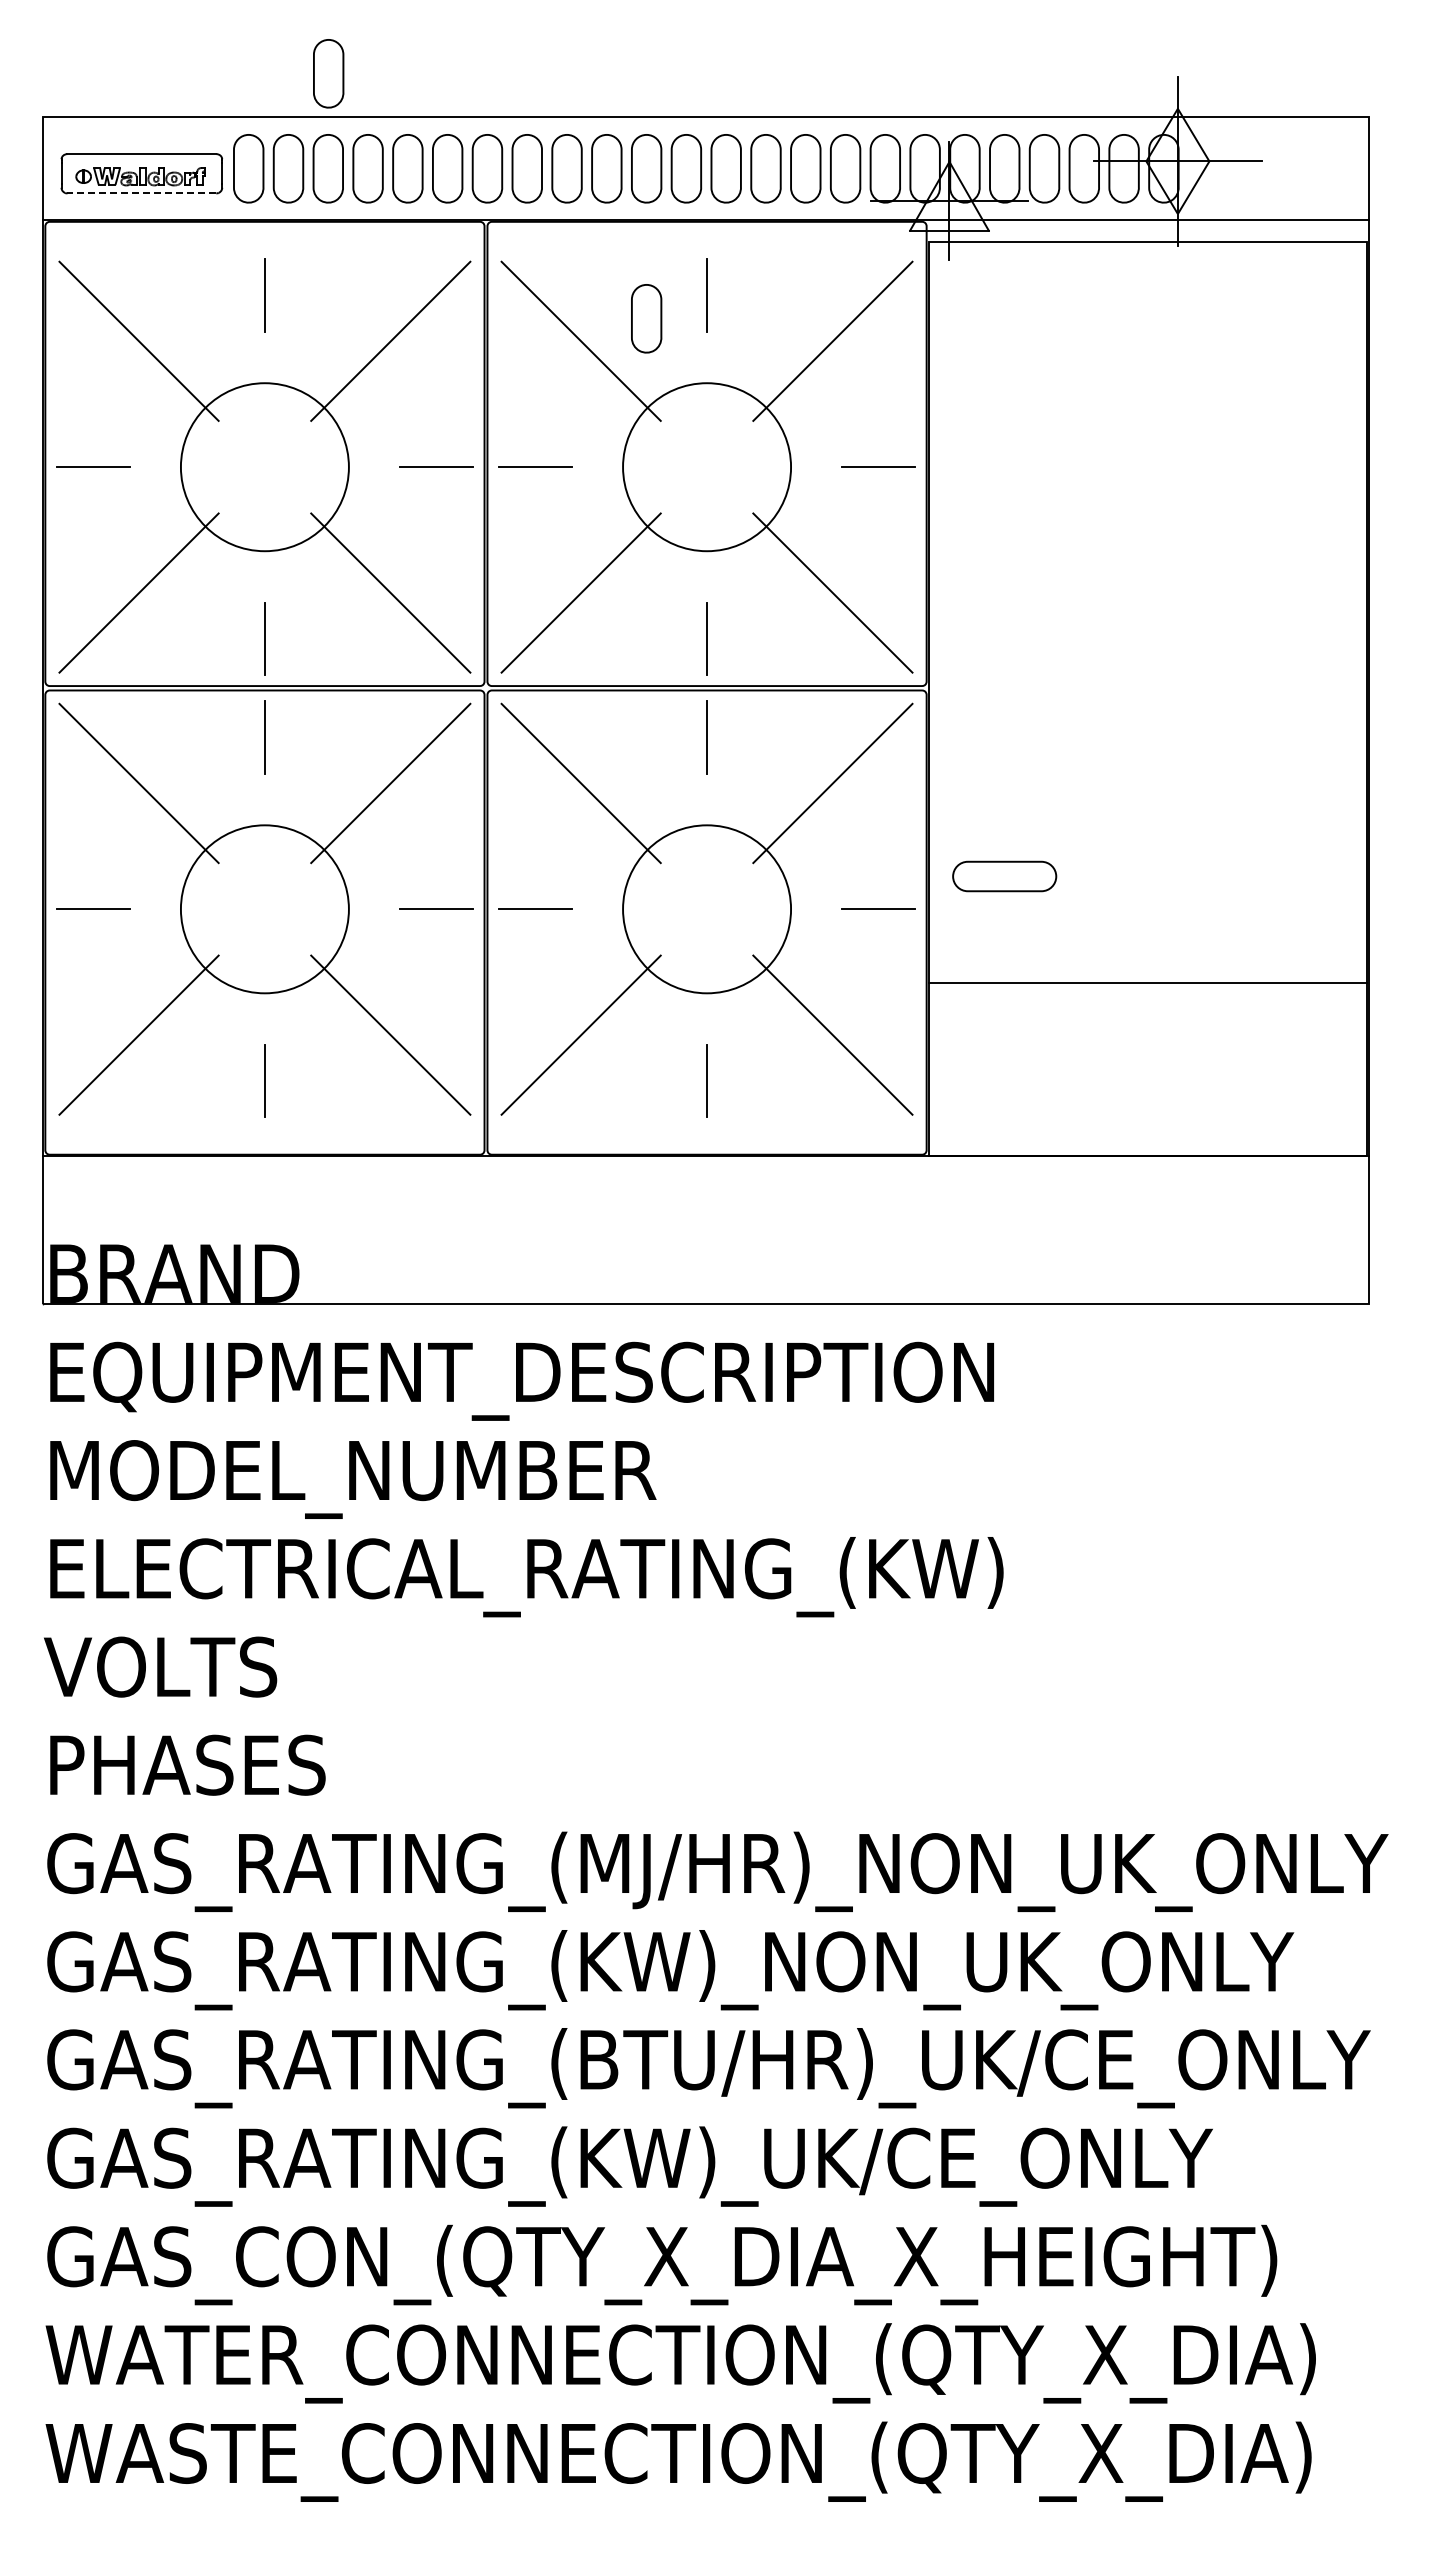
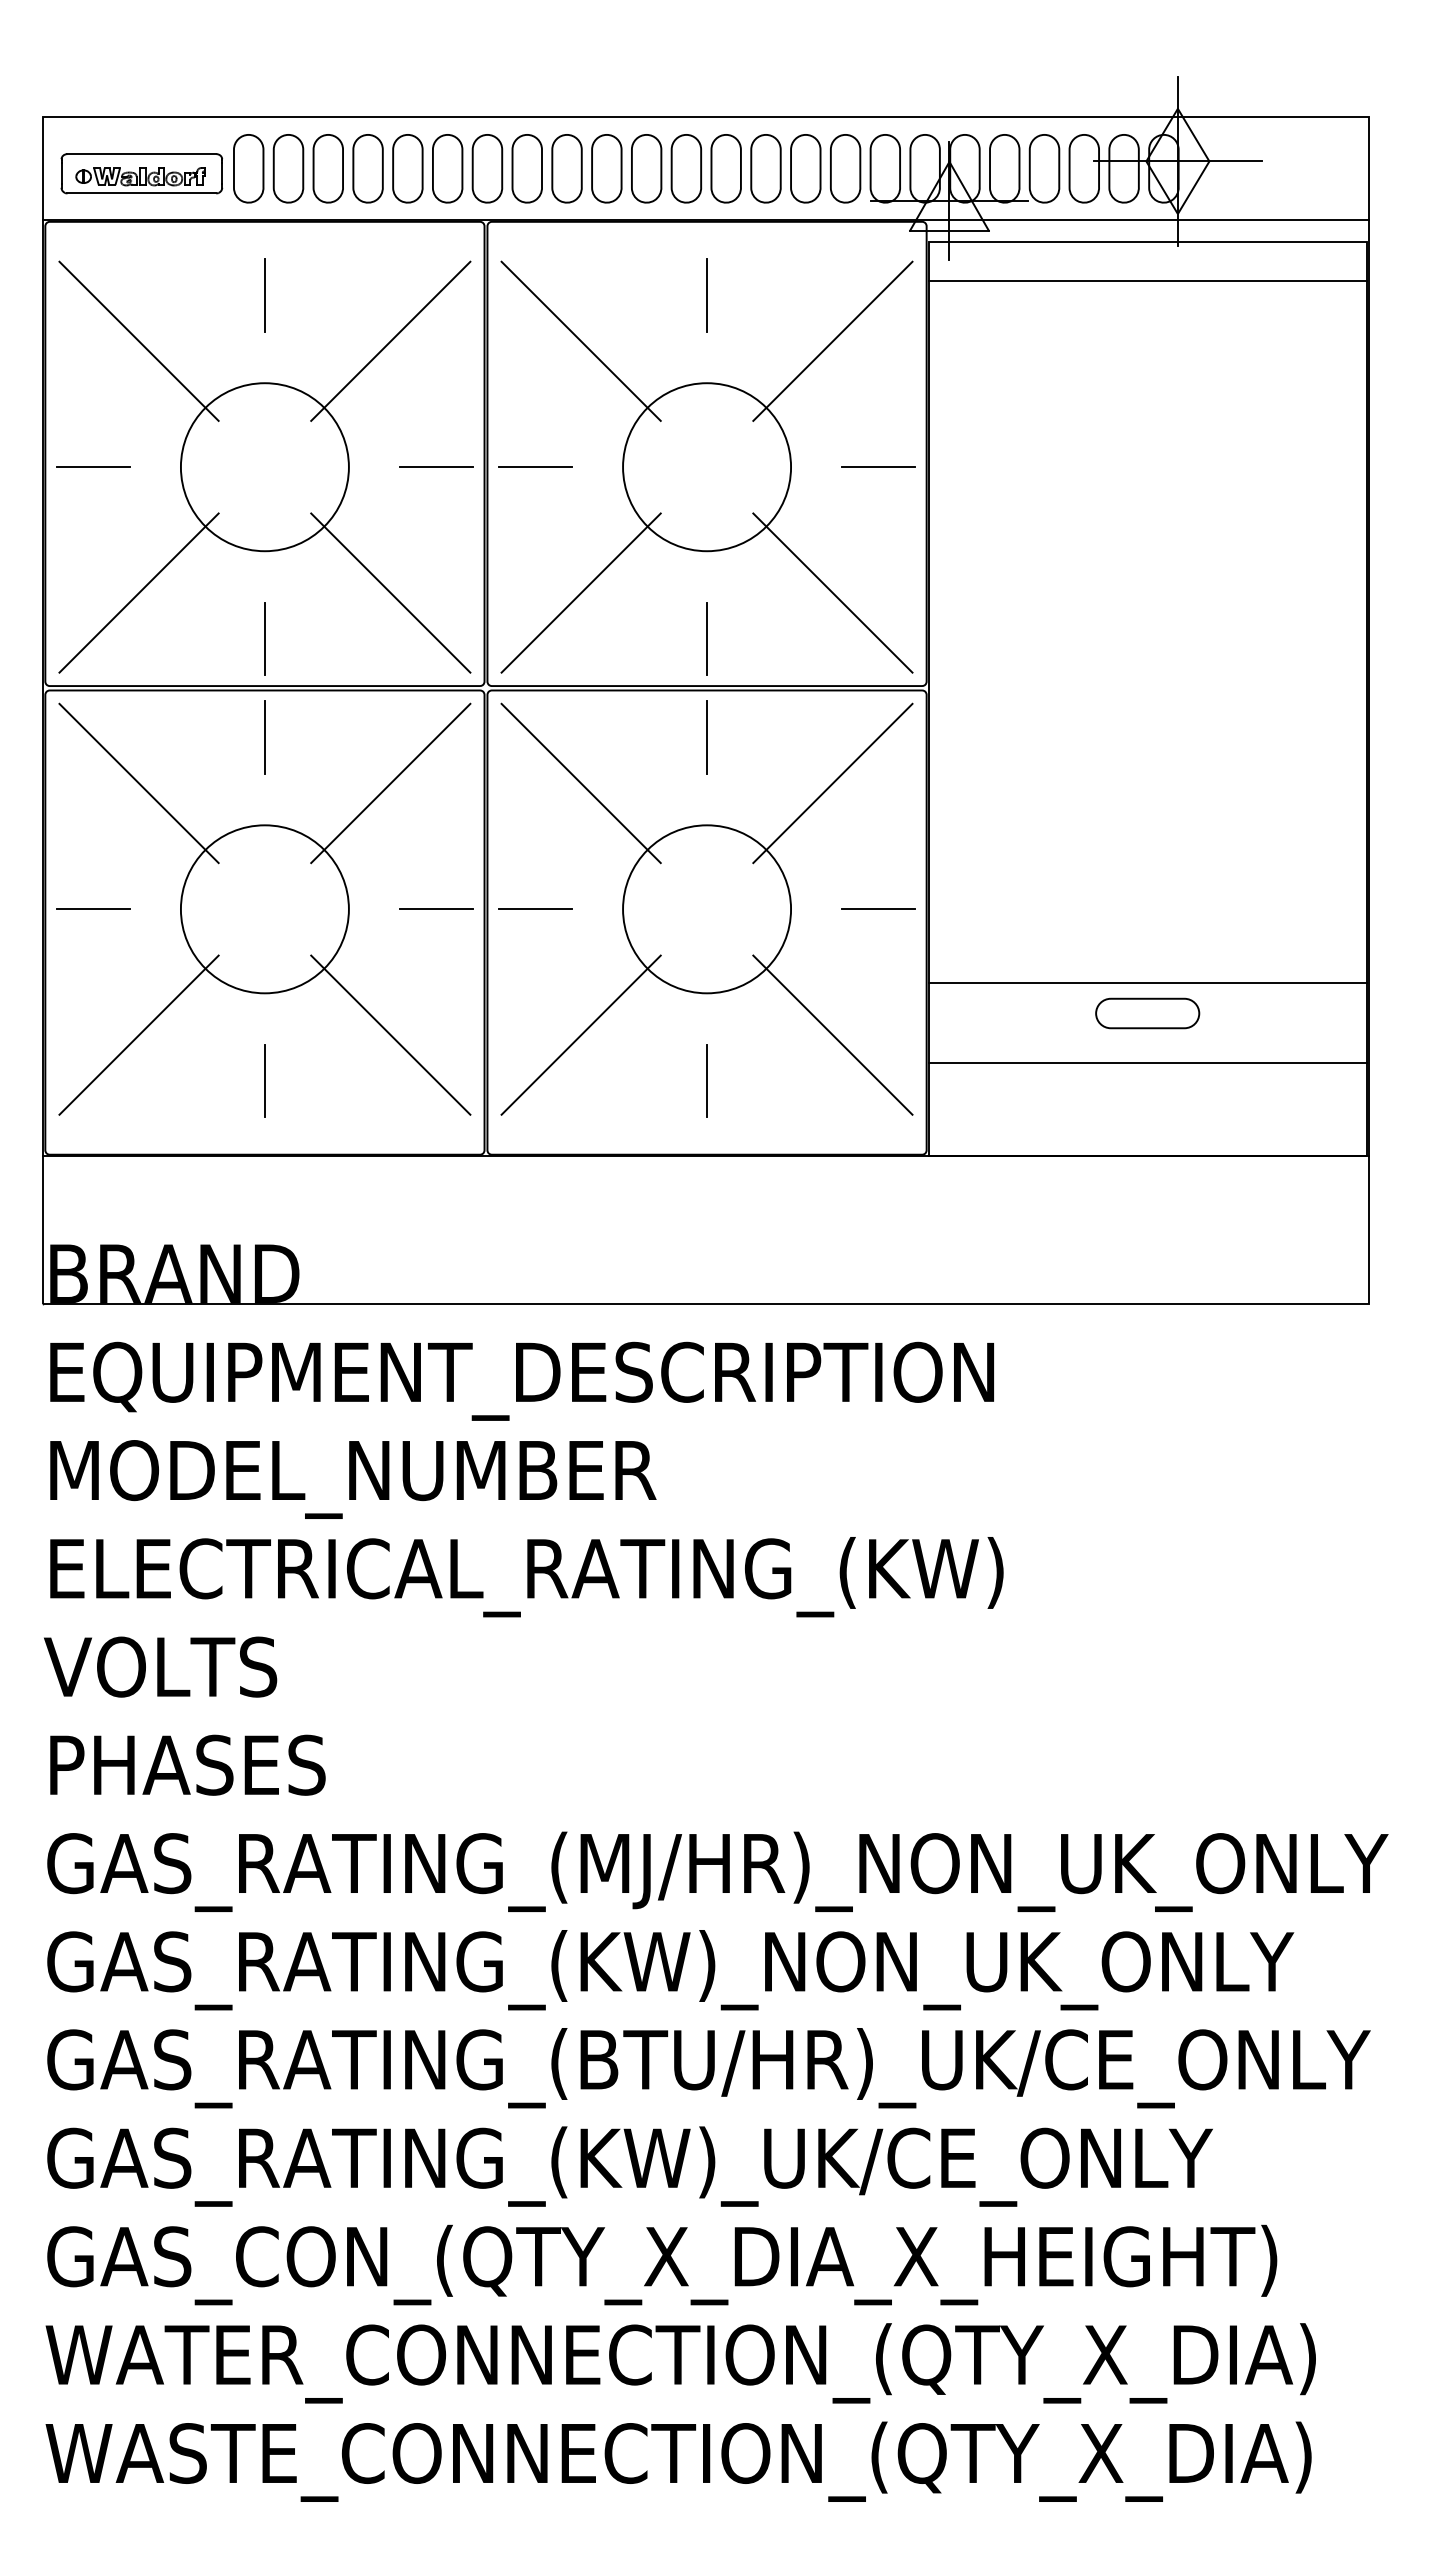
part at (328, 73): present -> none
line at (141, 193): dashed -> solid
line at (1147, 280): none -> present
part at (646, 318): present -> none
part at (1004, 876) position: (1004, 876) -> (1147, 1013)
line at (1147, 1063): none -> present
